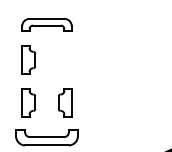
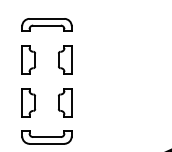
part at (65, 59): none -> present
part at (46, 137) size: 64x18 px -> 52x15 px
